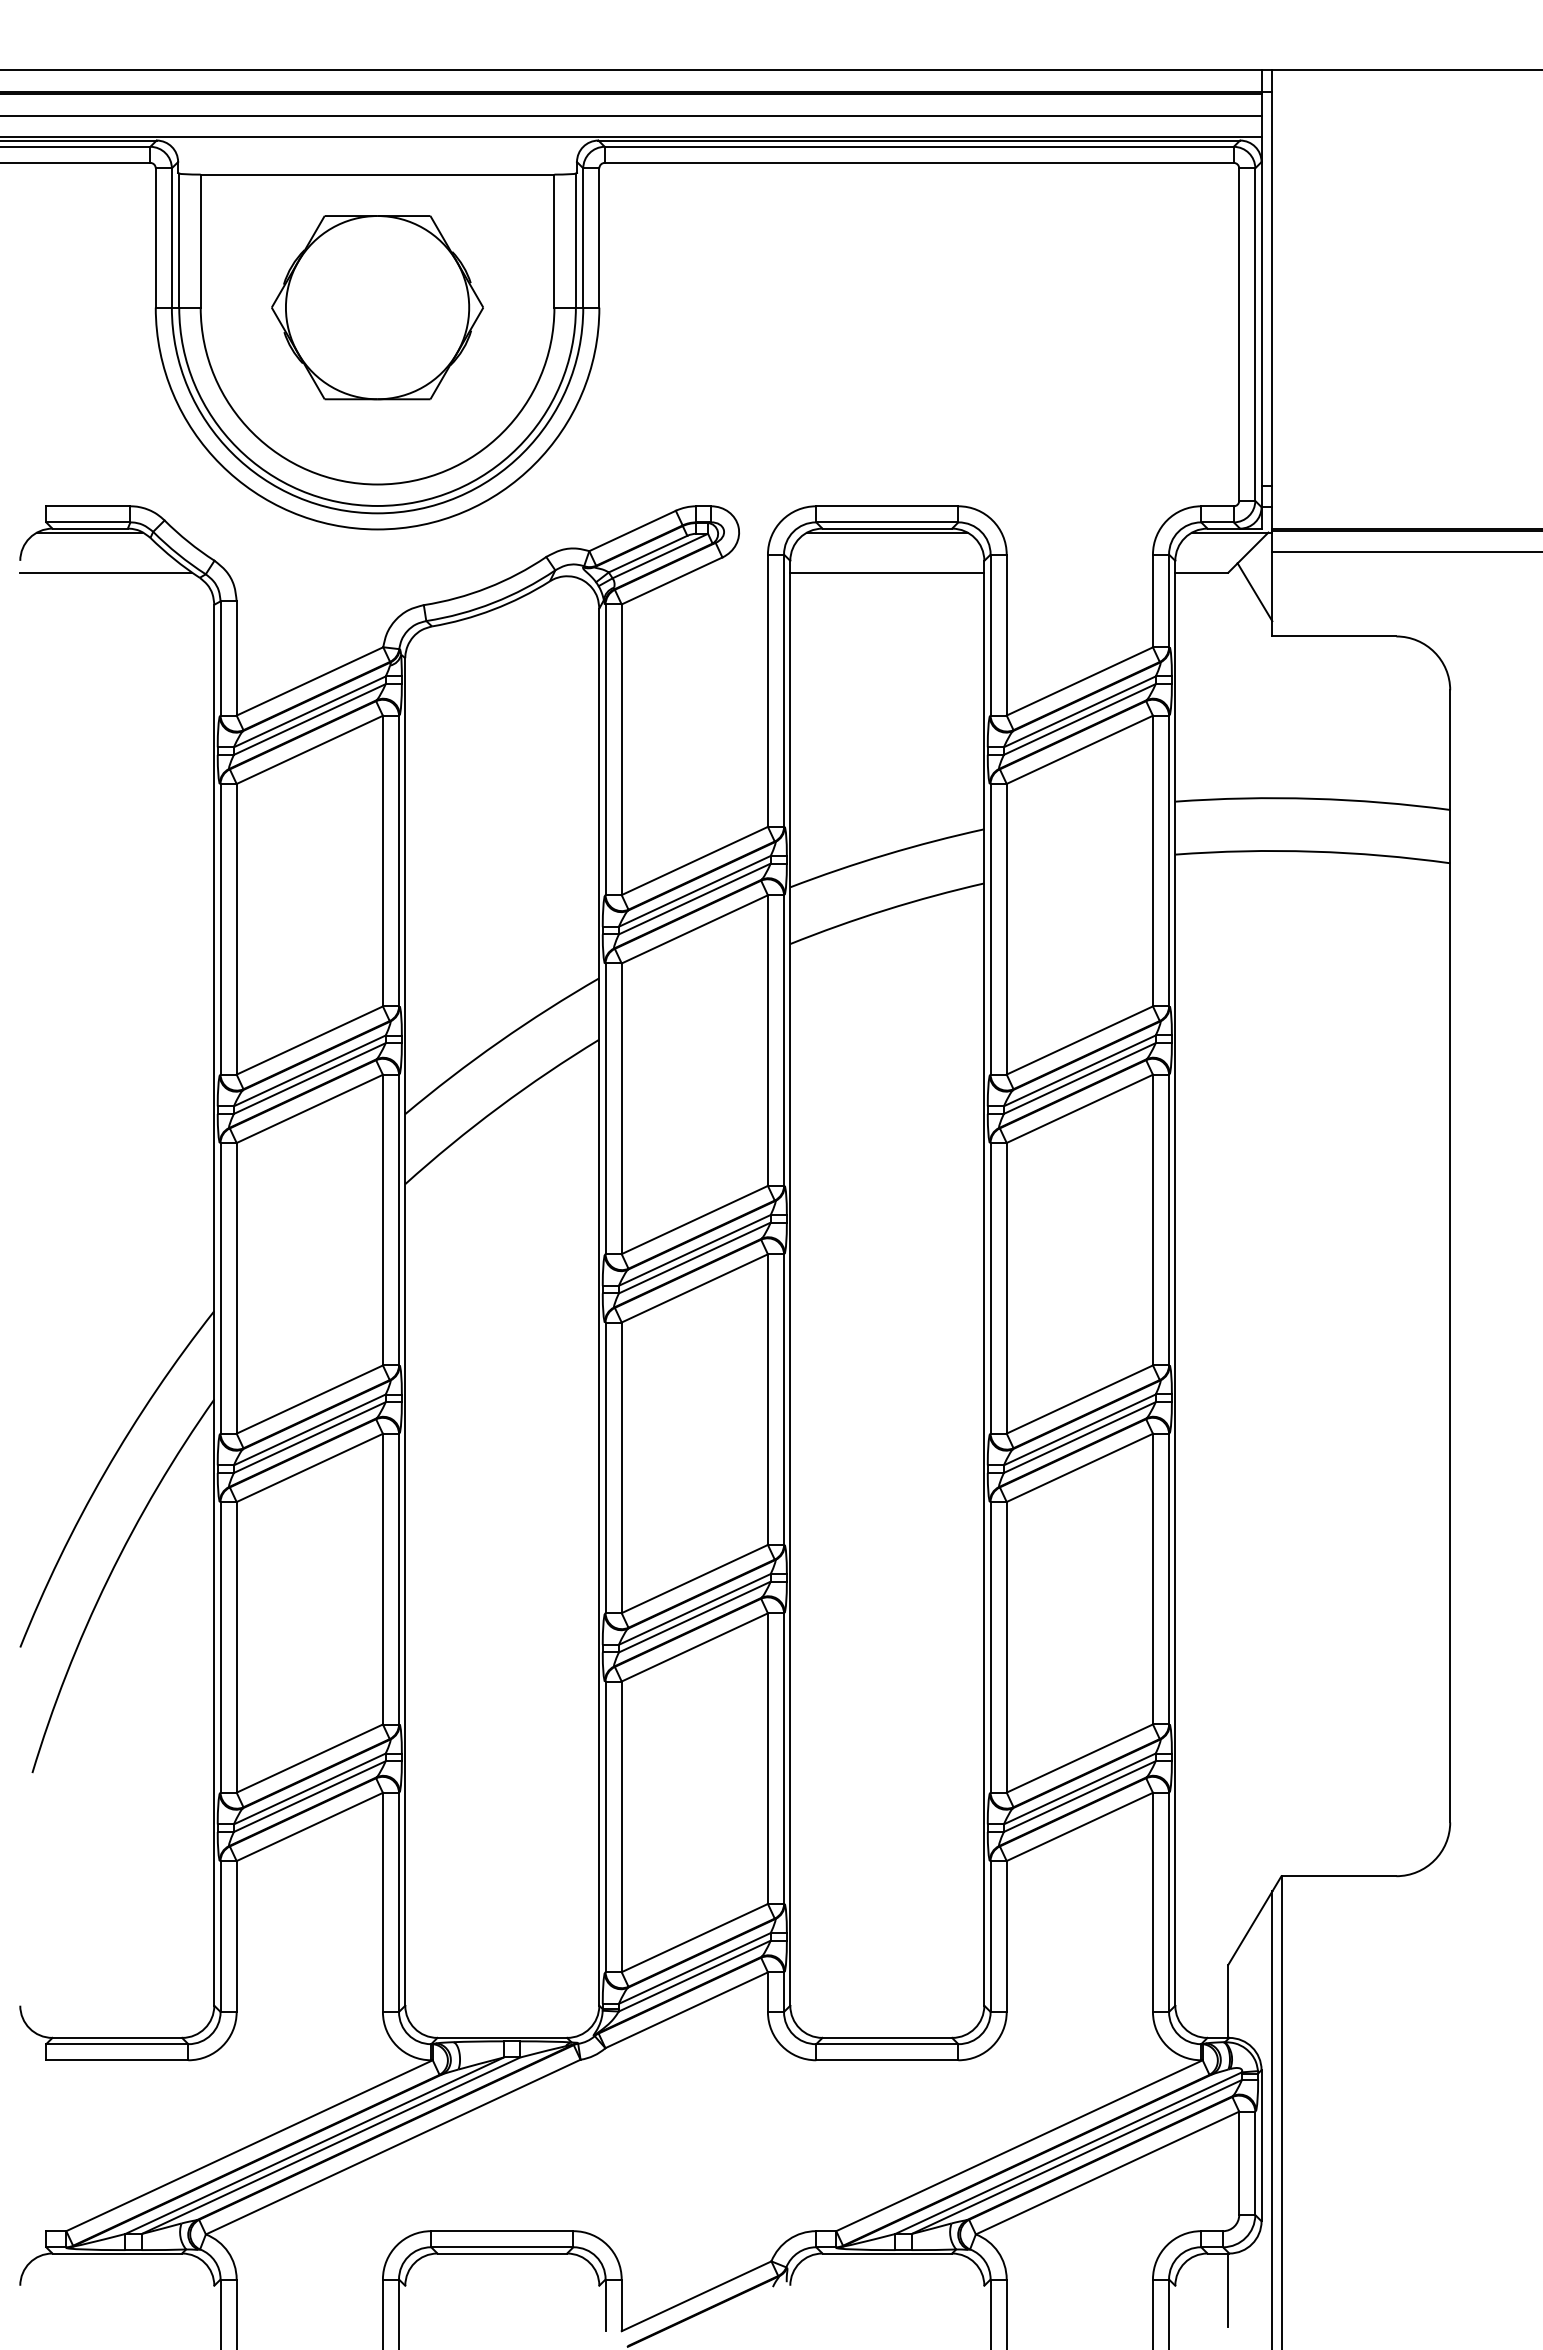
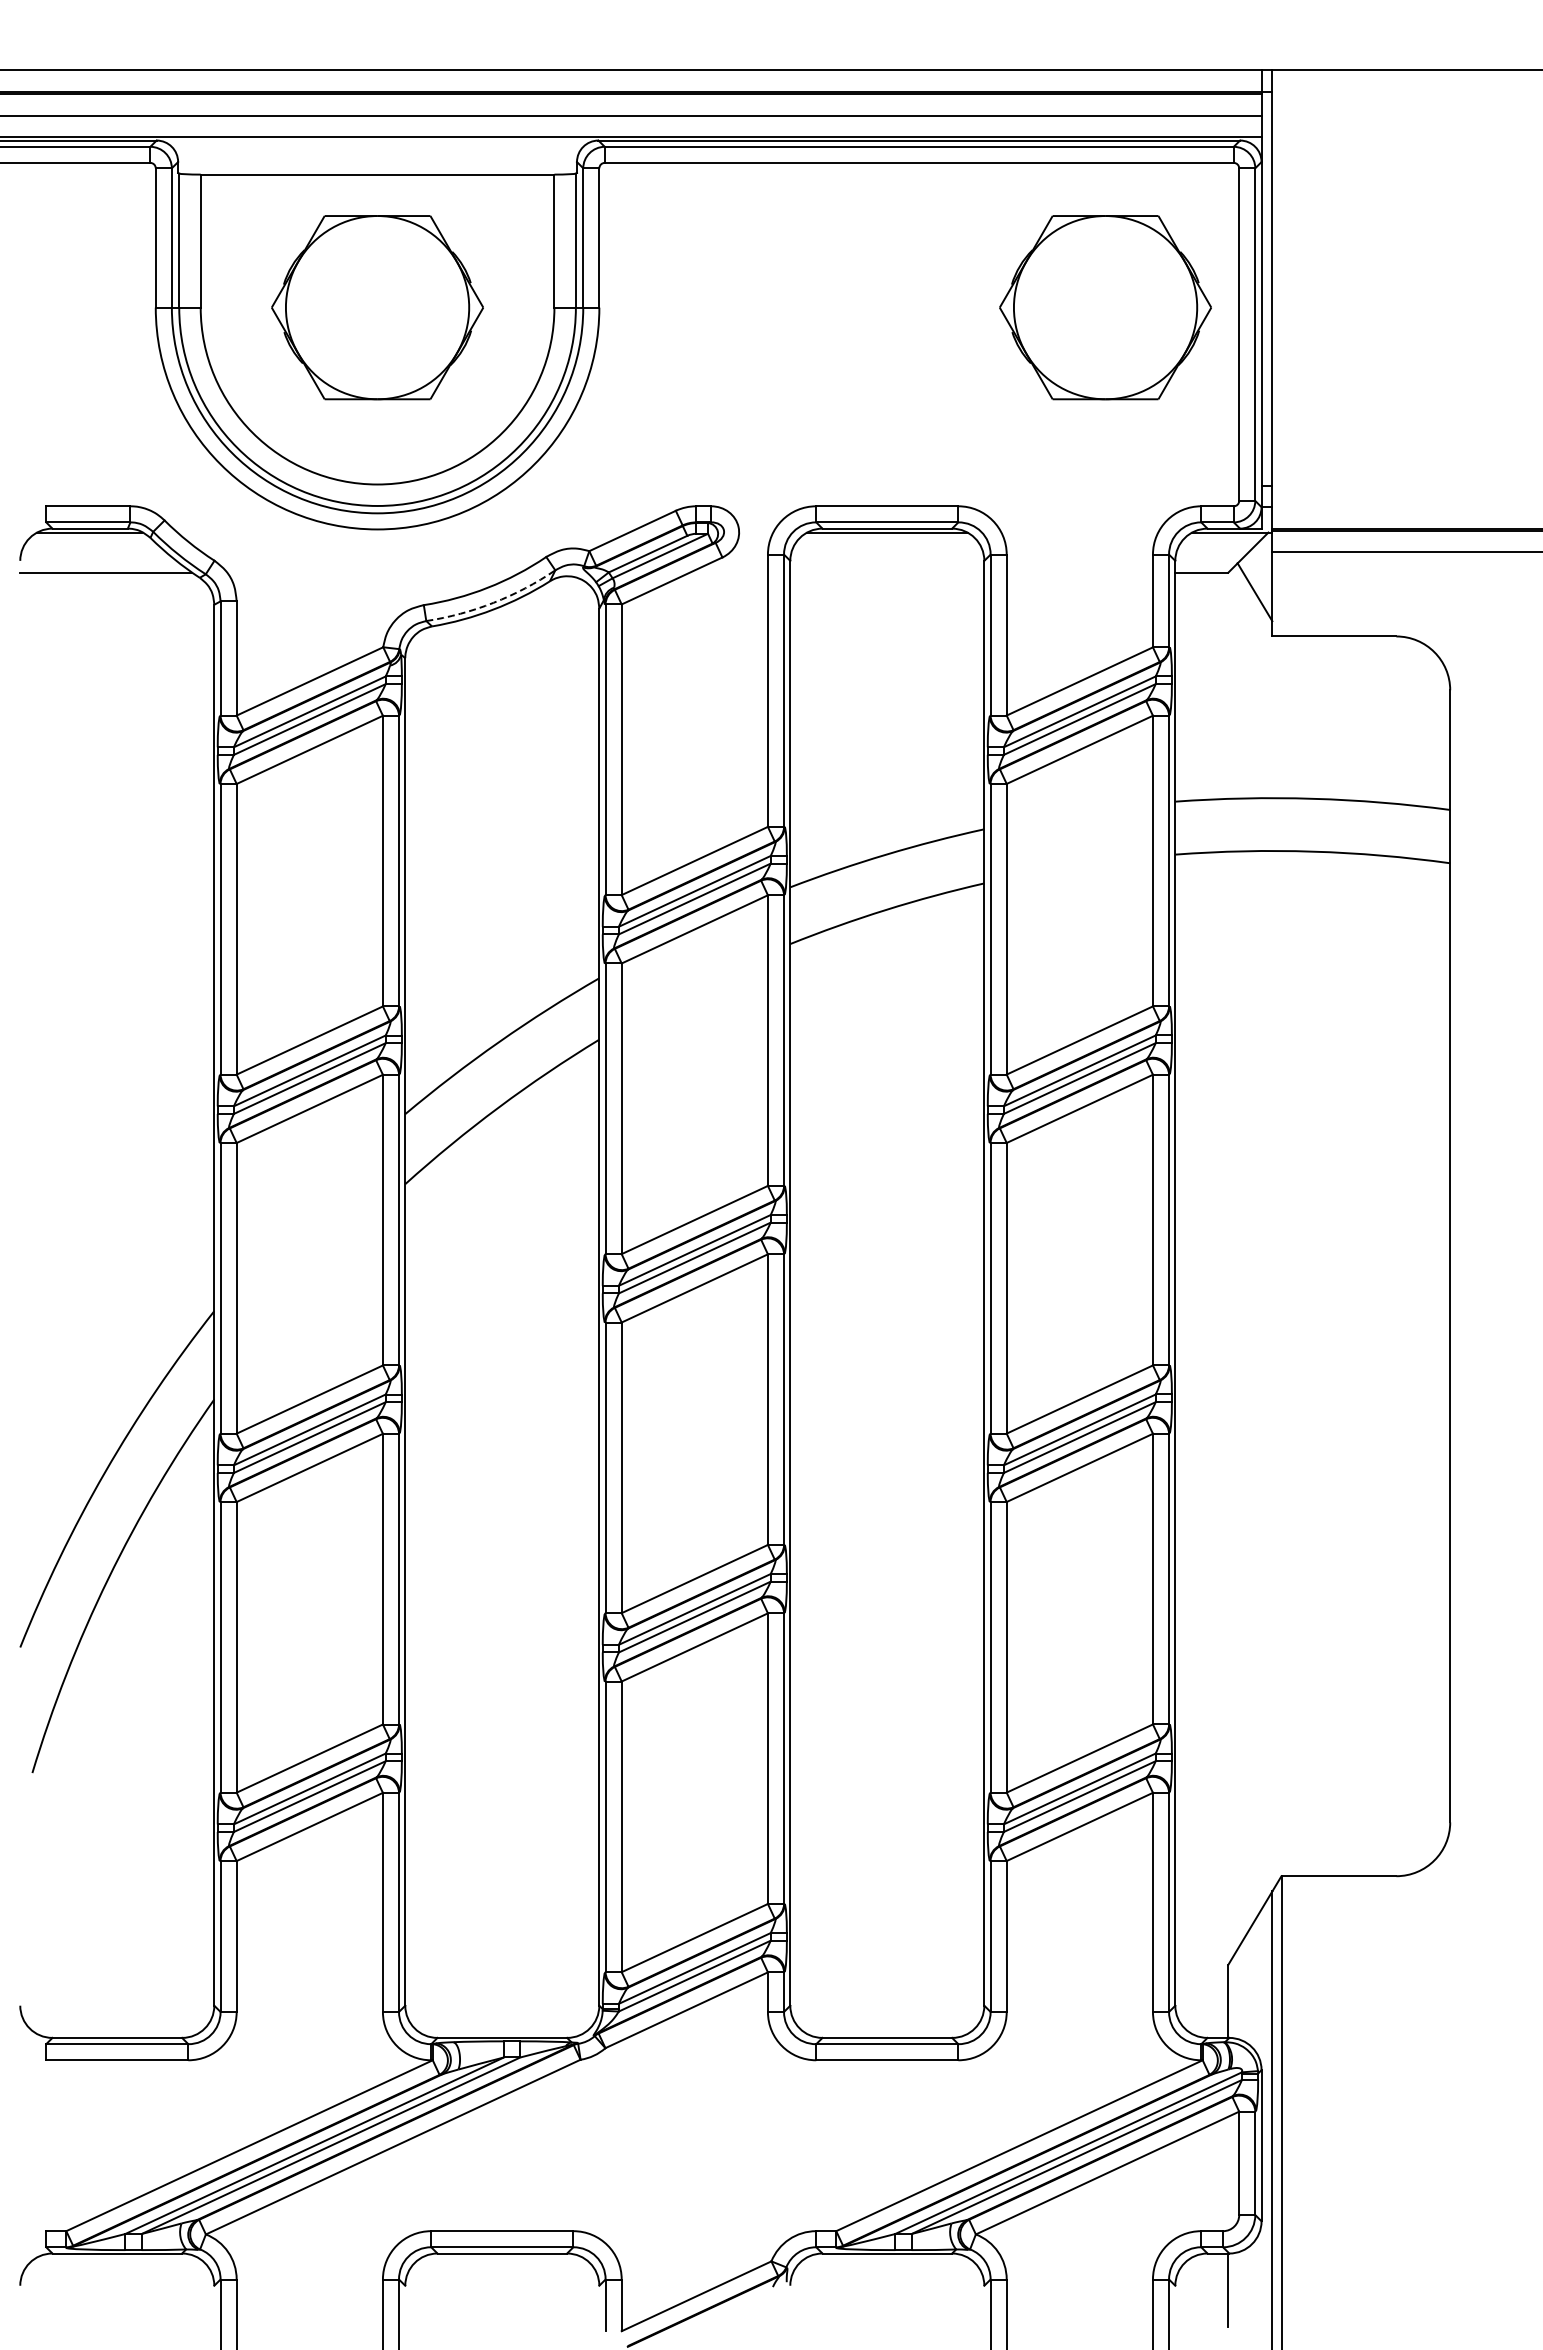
part at (1105, 307): none -> present
line at (887, 572): present -> none
arc at (493, 602): solid -> dashed
